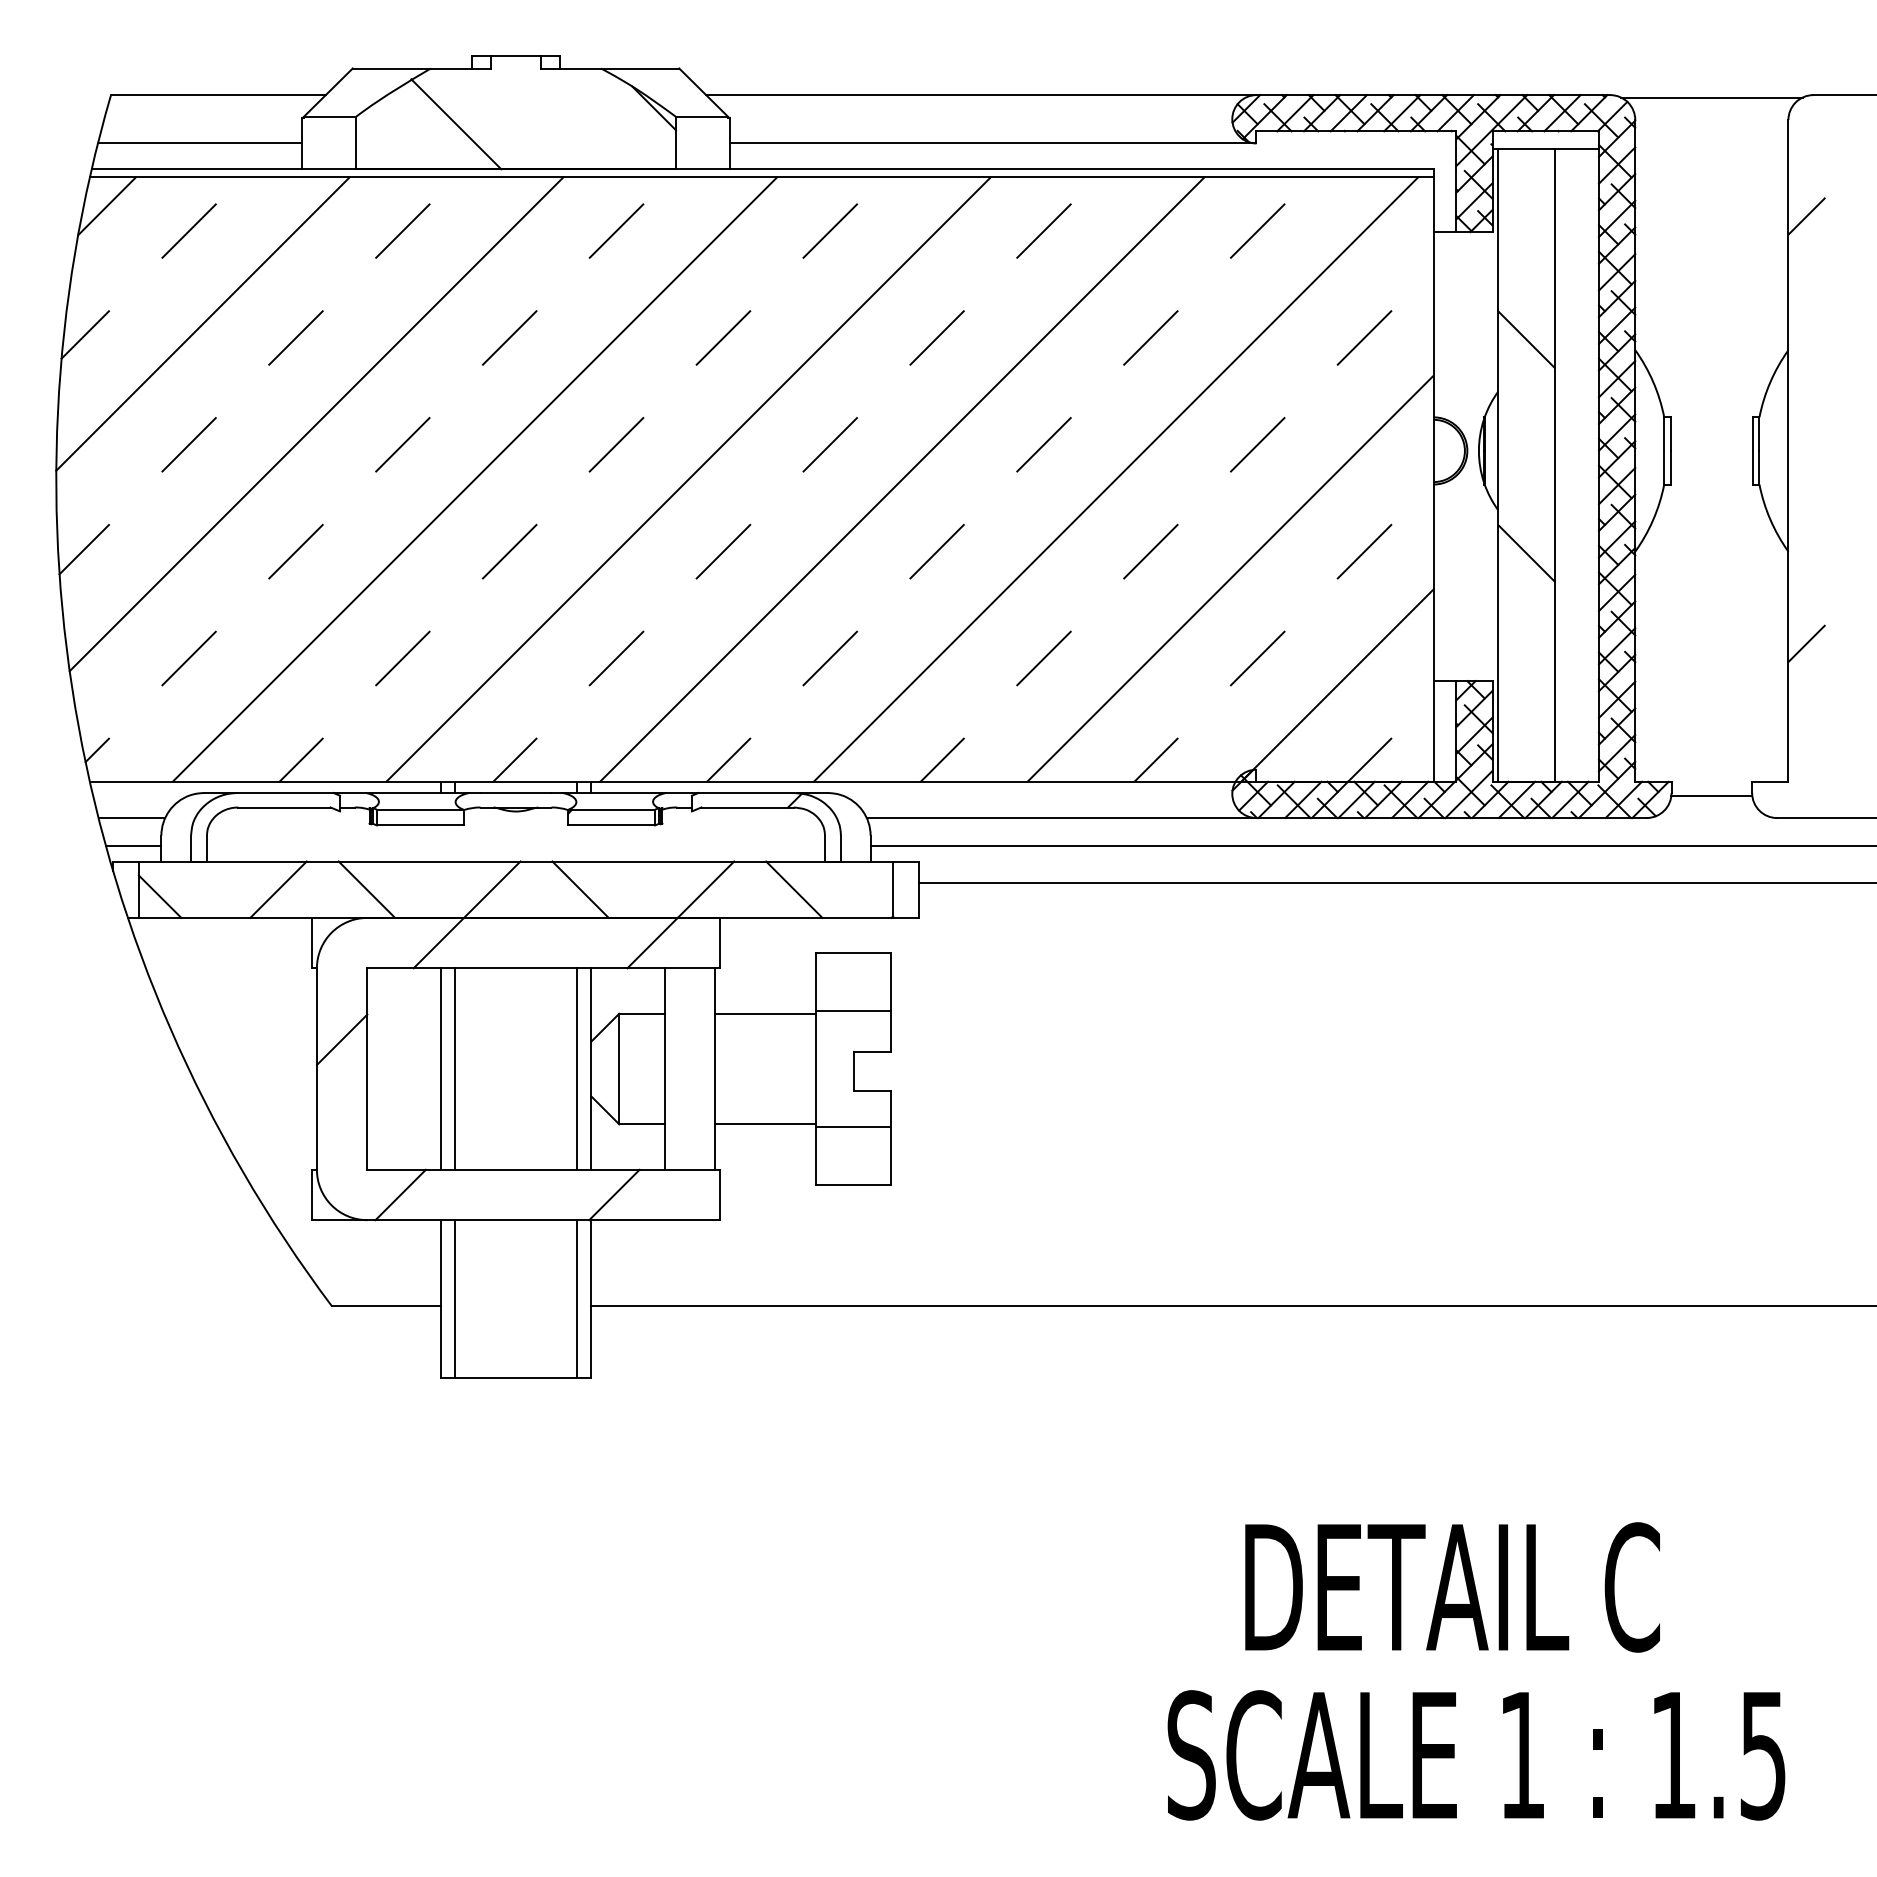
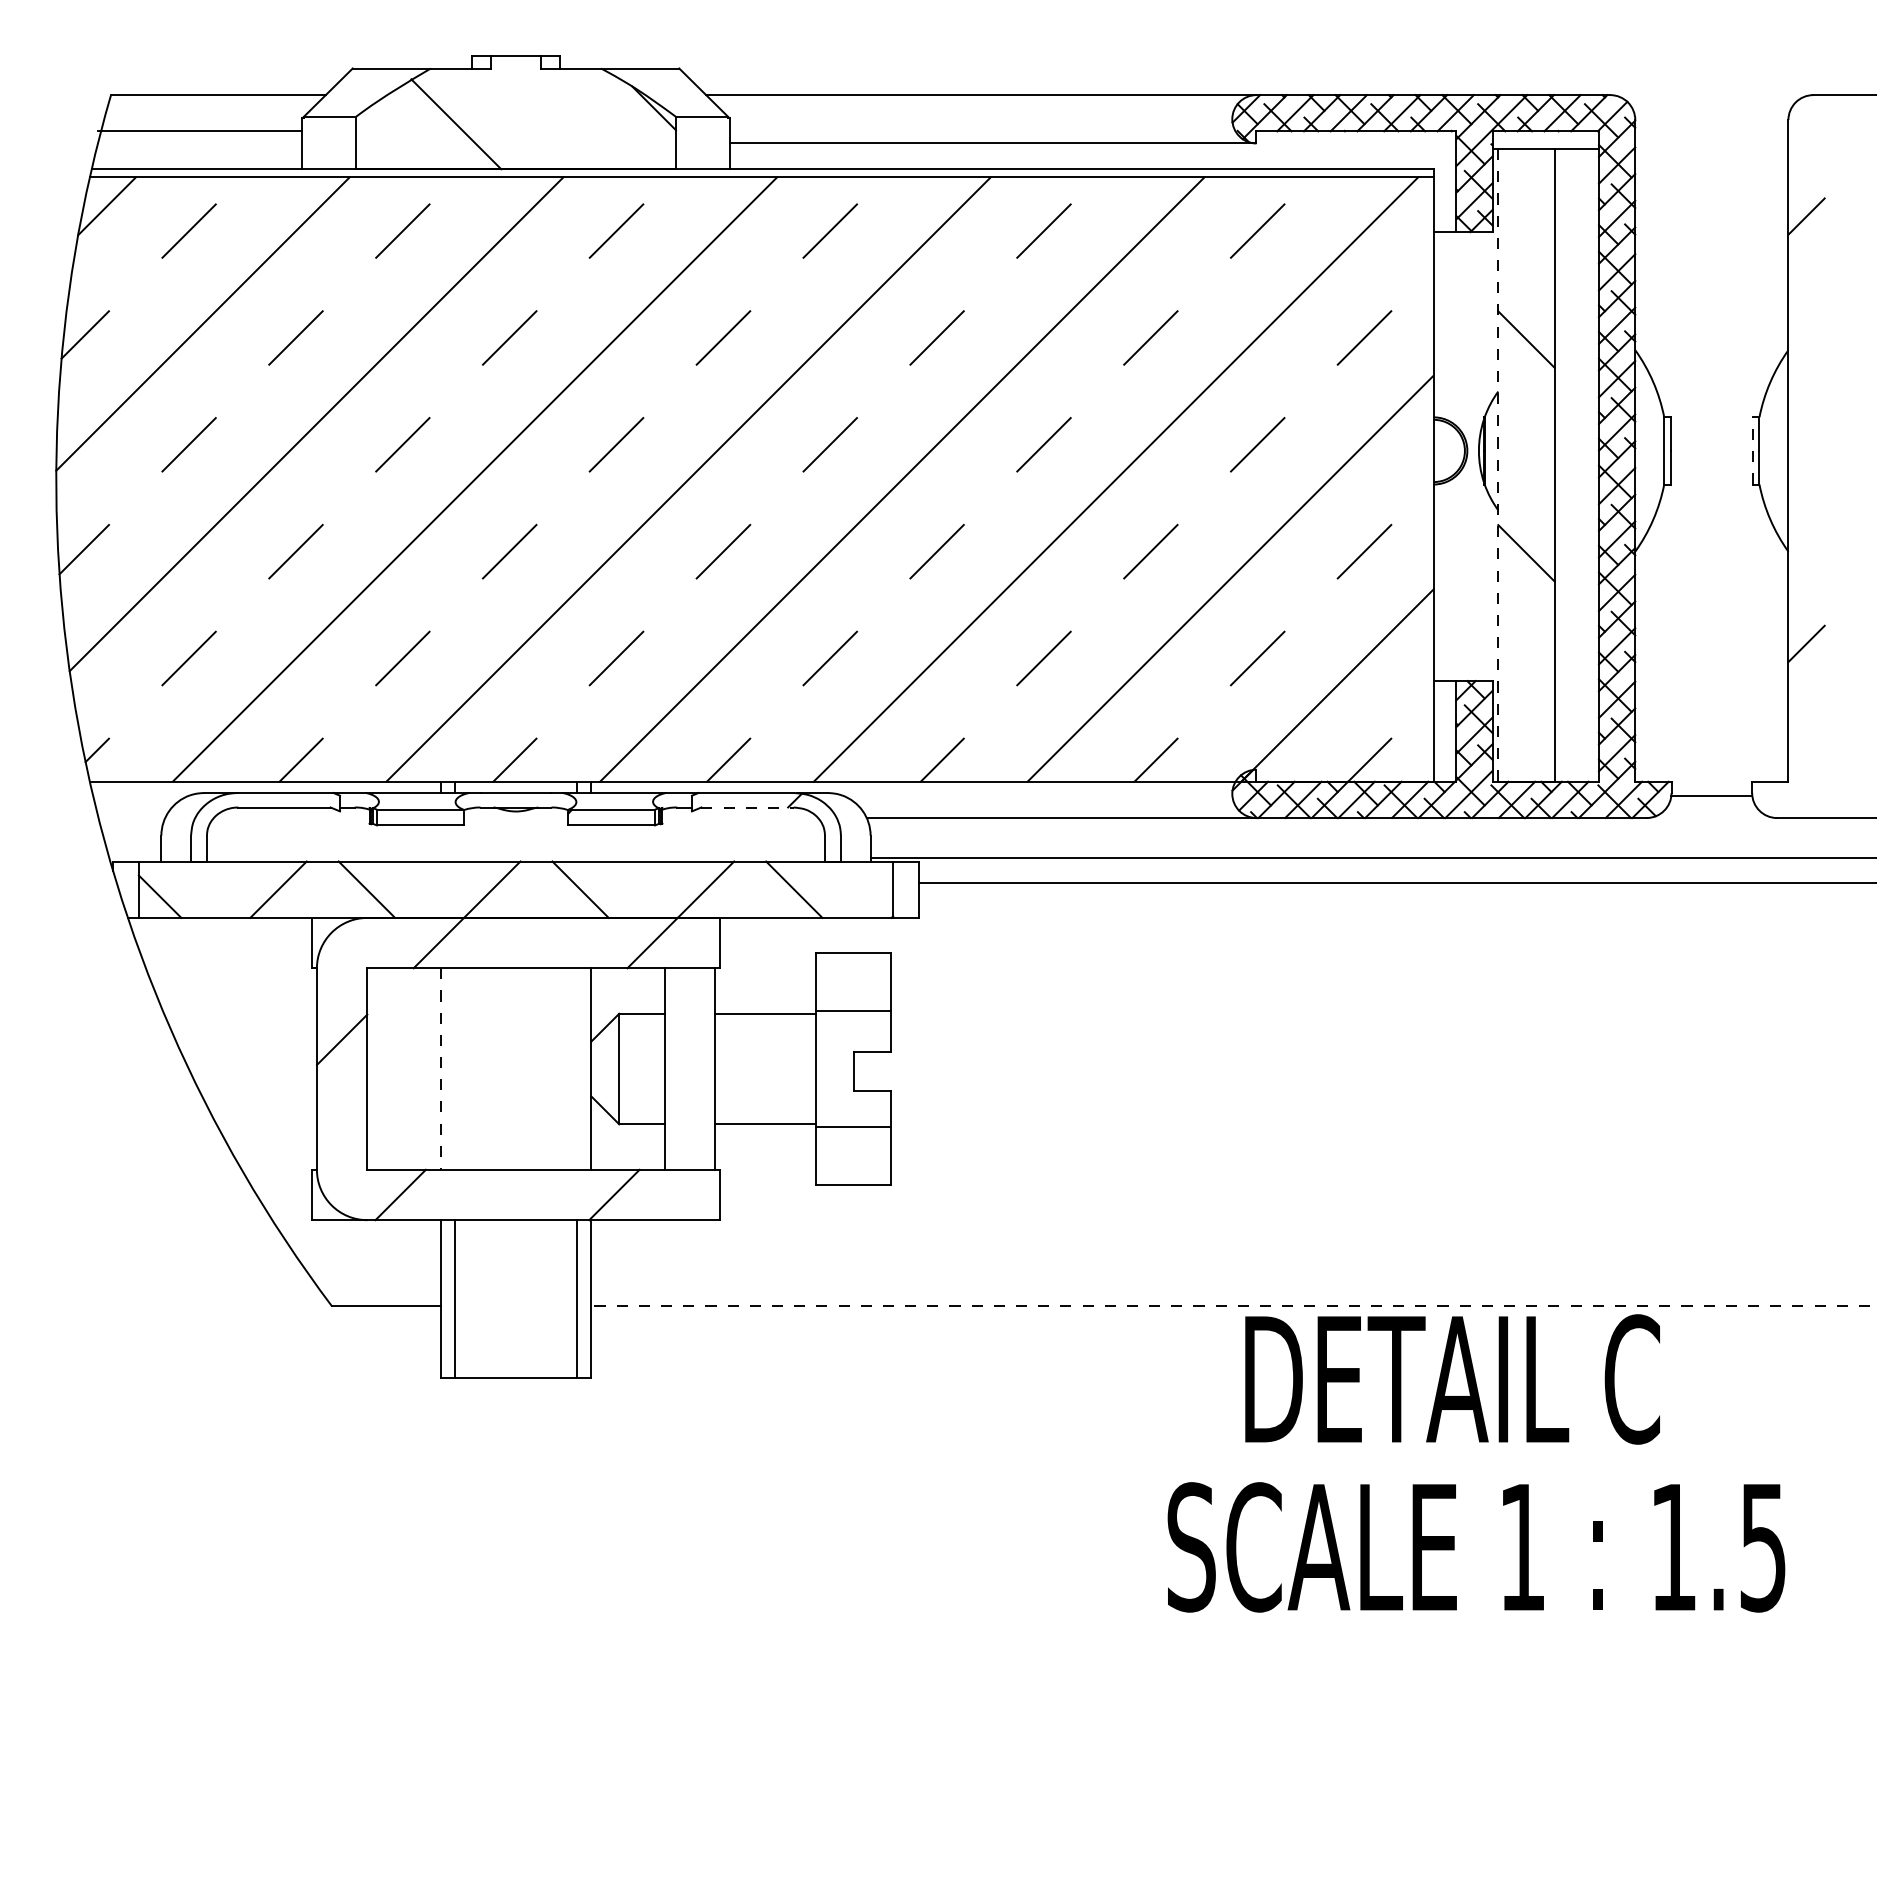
line at (1711, 97): present -> none
line at (199, 143) position: (199, 143) -> (199, 131)
line at (1753, 450): solid -> dashed
line at (1498, 465): solid -> dashed
line at (748, 807): solid -> dashed
line at (131, 818): present -> none
line at (133, 846): present -> none
line at (1371, 846) position: (1371, 846) -> (1371, 858)
line at (455, 1068): present -> none
line at (576, 1068): present -> none
line at (440, 1069): solid -> dashed
line at (1234, 1306): solid -> dashed
text at (1476, 1671) position: (1476, 1671) -> (1476, 1463)
